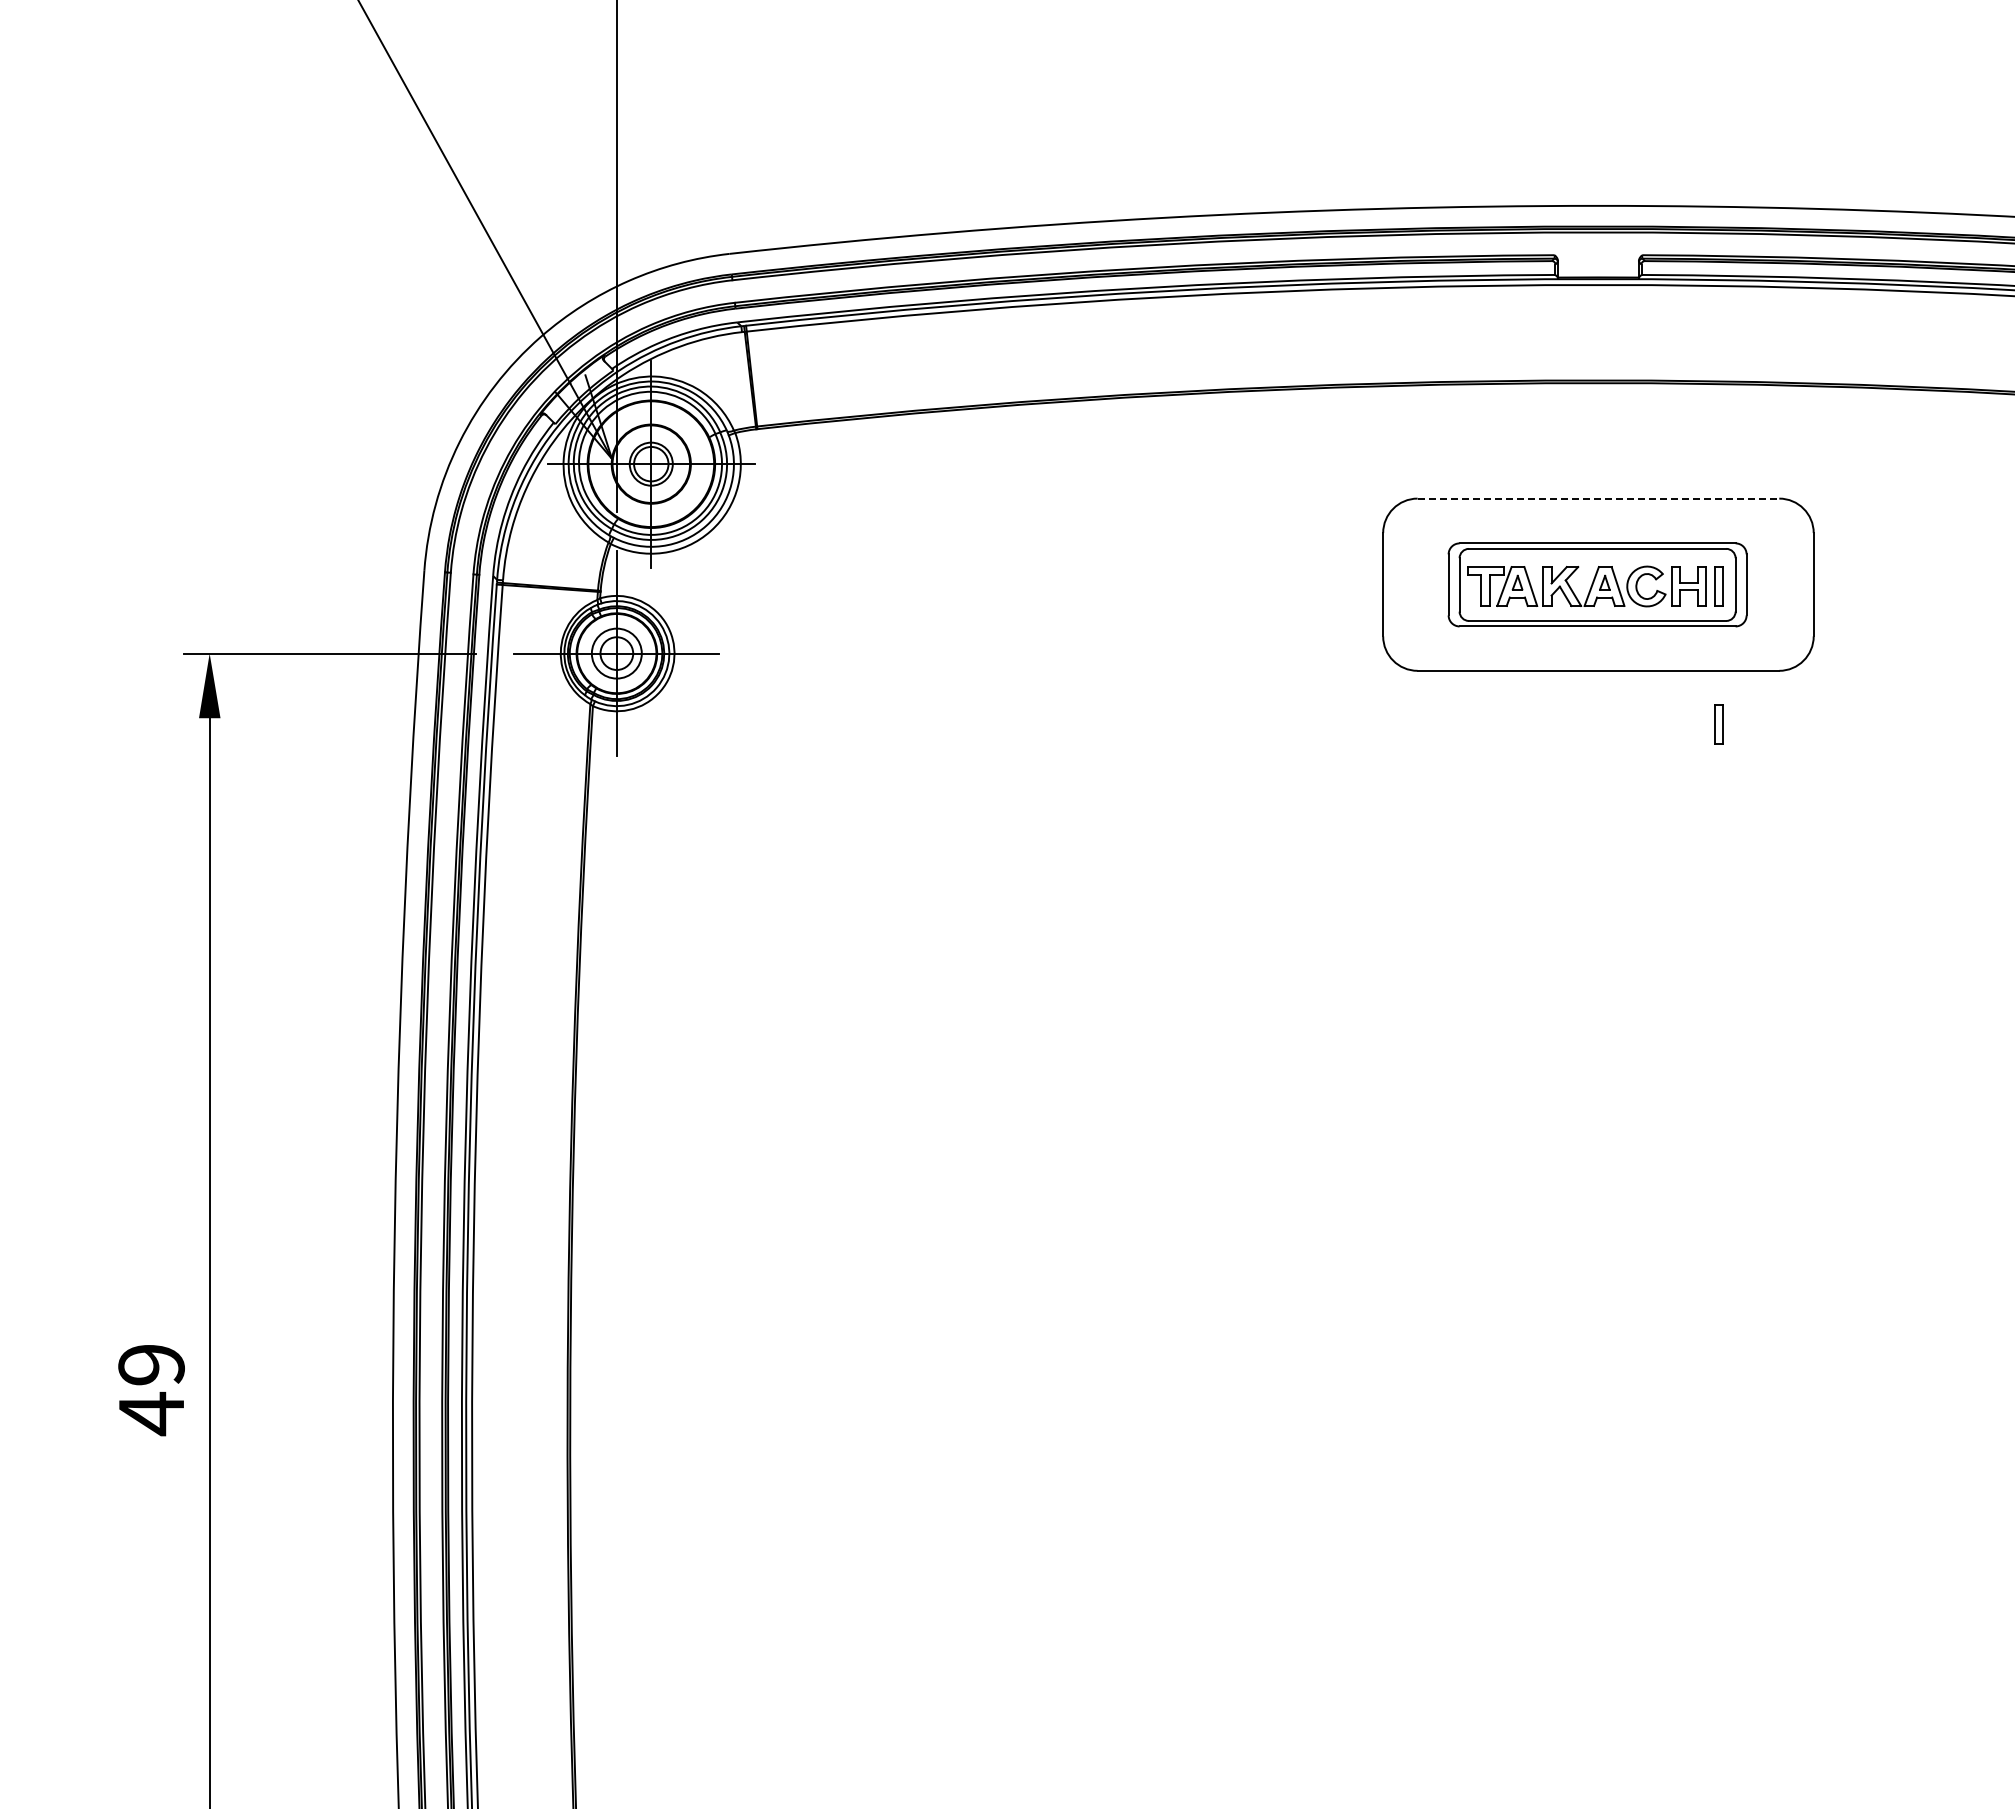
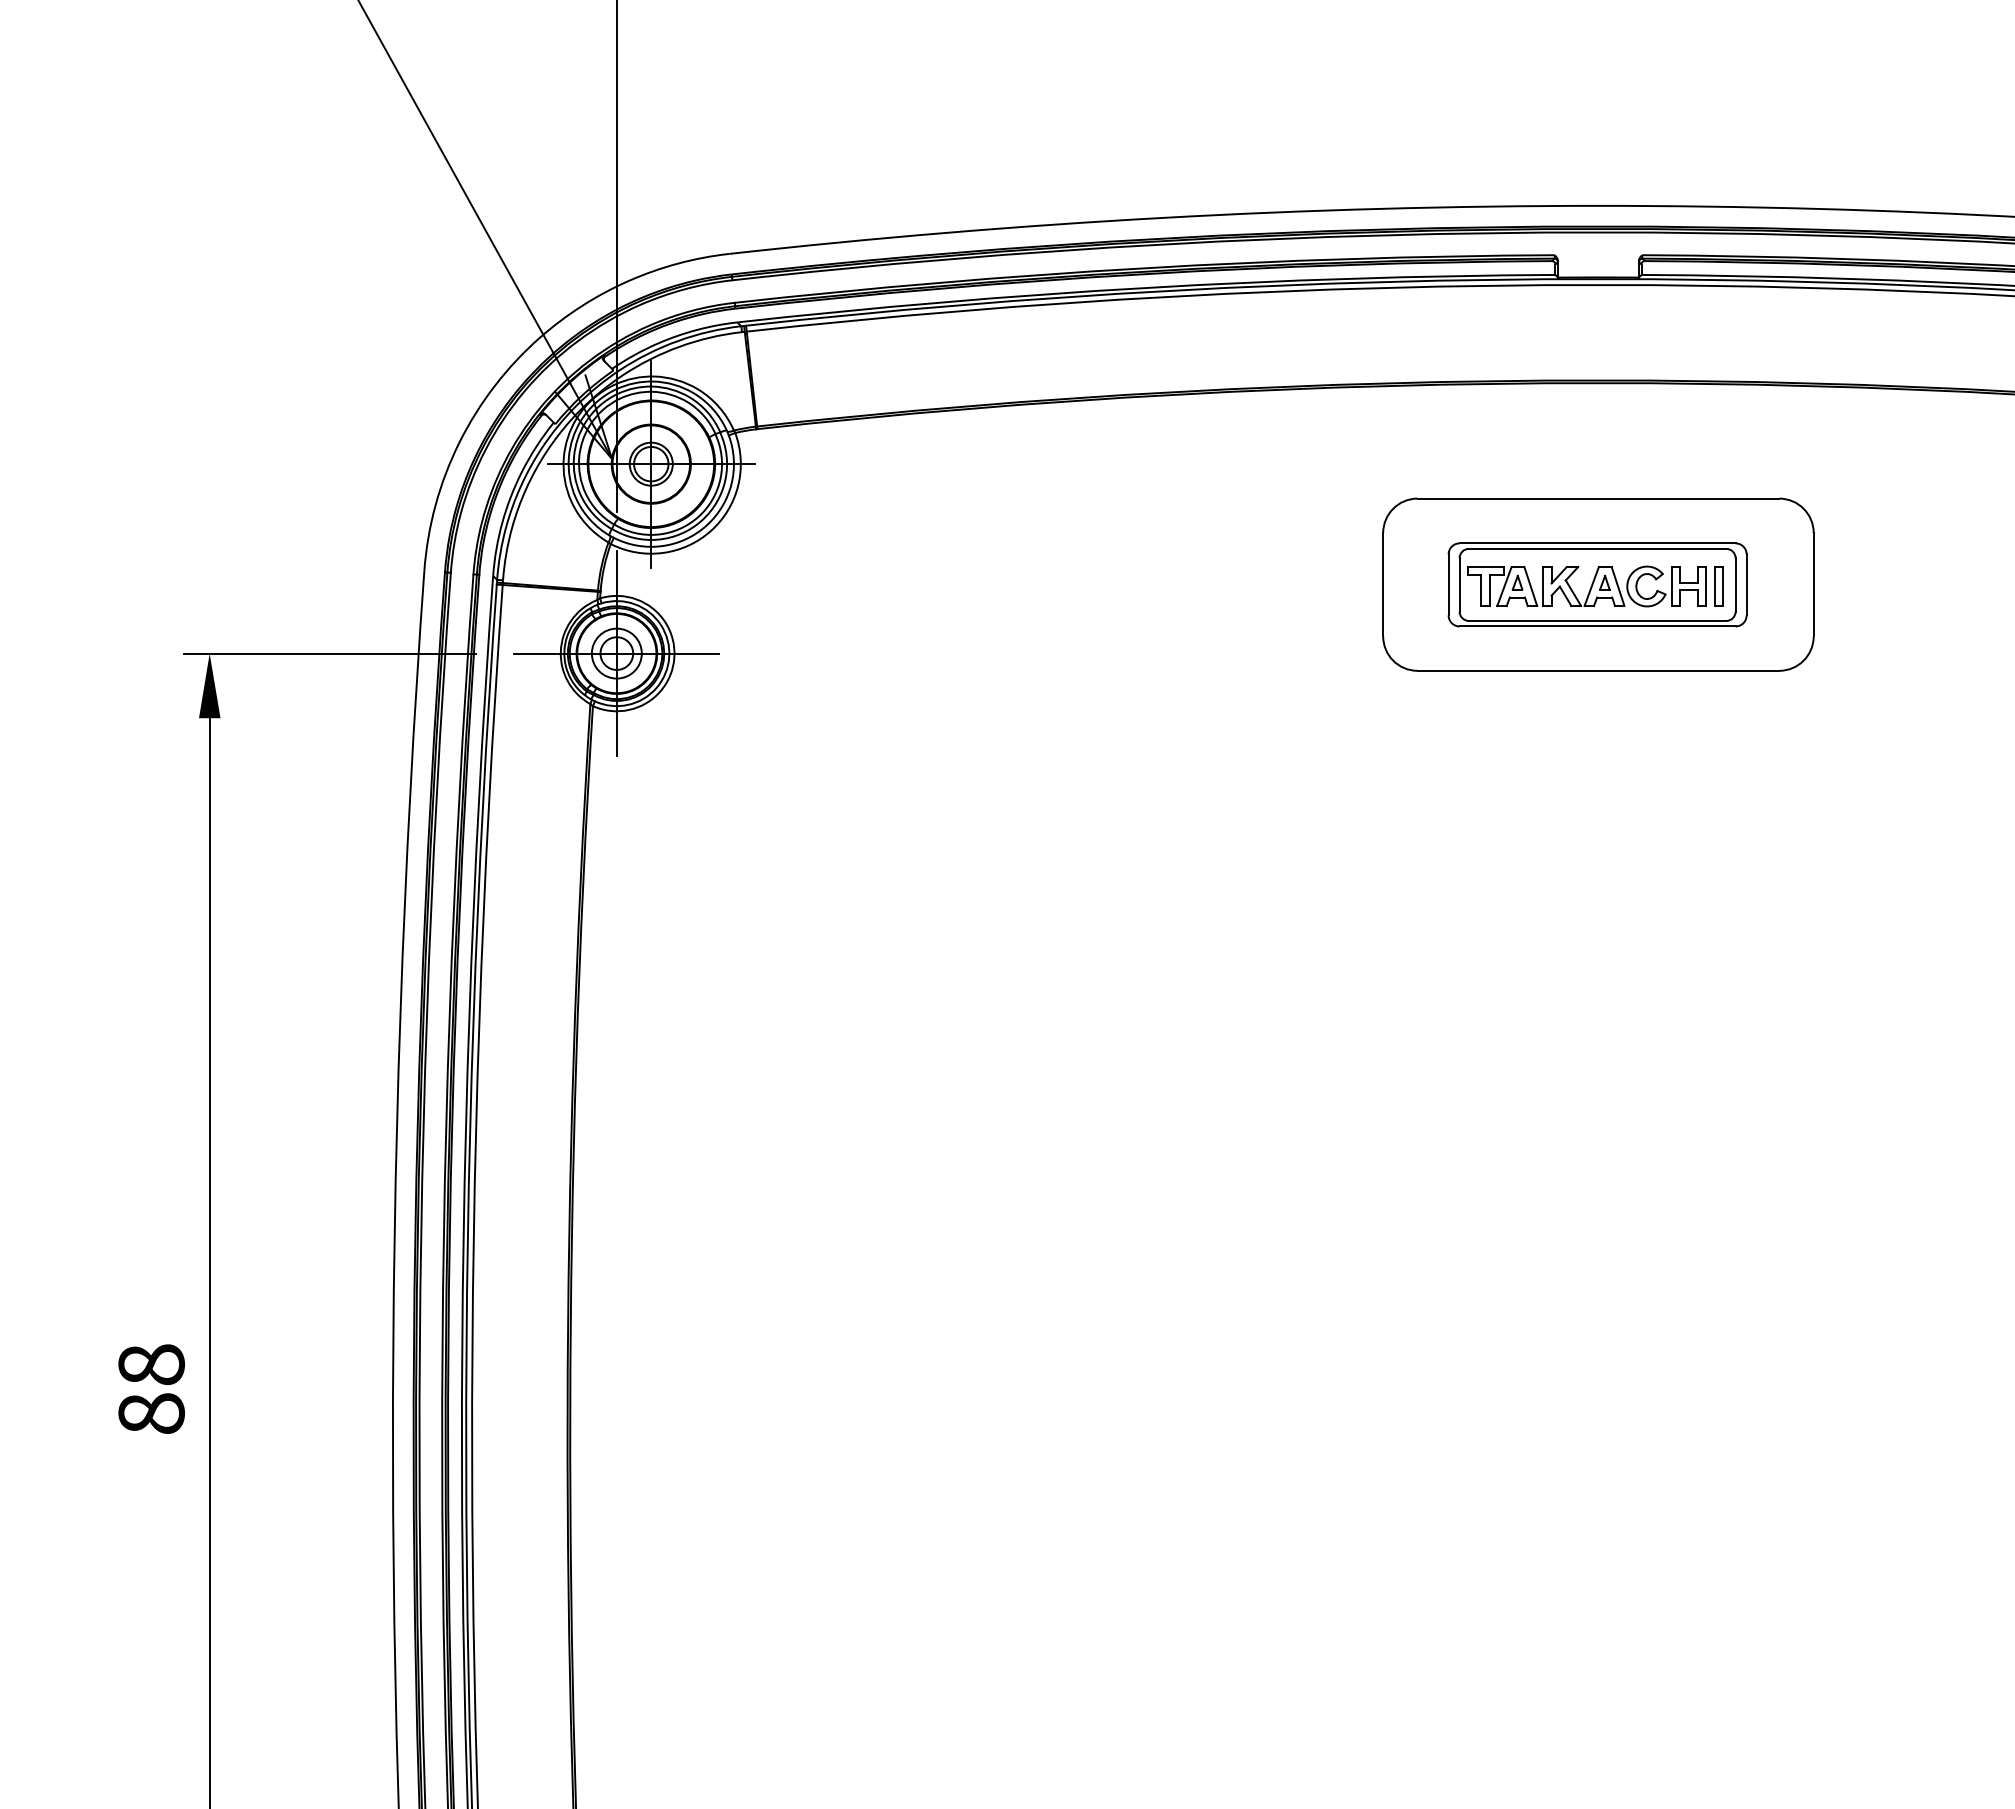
line at (1598, 498): dashed -> solid
part at (1718, 724): present -> none
text at (151, 1390): 49 -> 88
